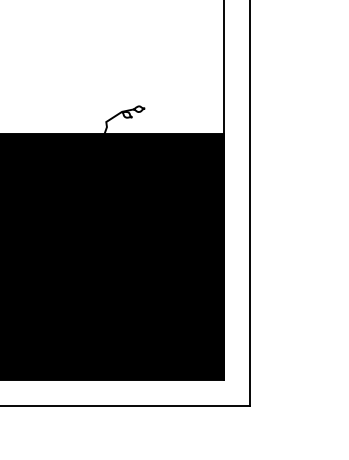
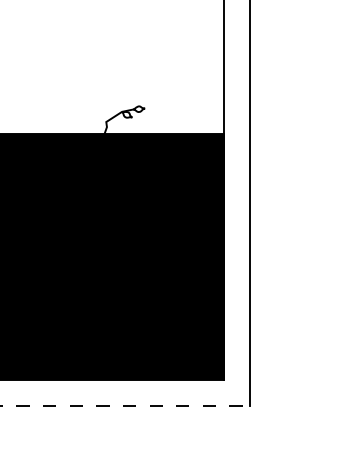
line at (125, 405): solid -> dashed
